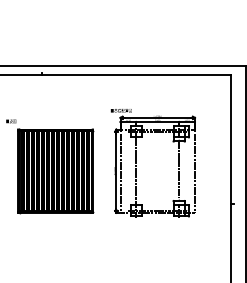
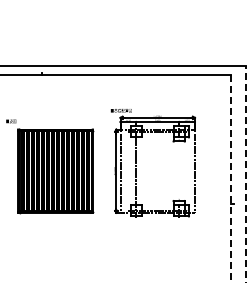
line at (179, 170): present -> none
line at (246, 173): solid -> dashed
line at (231, 179): solid -> dashed
